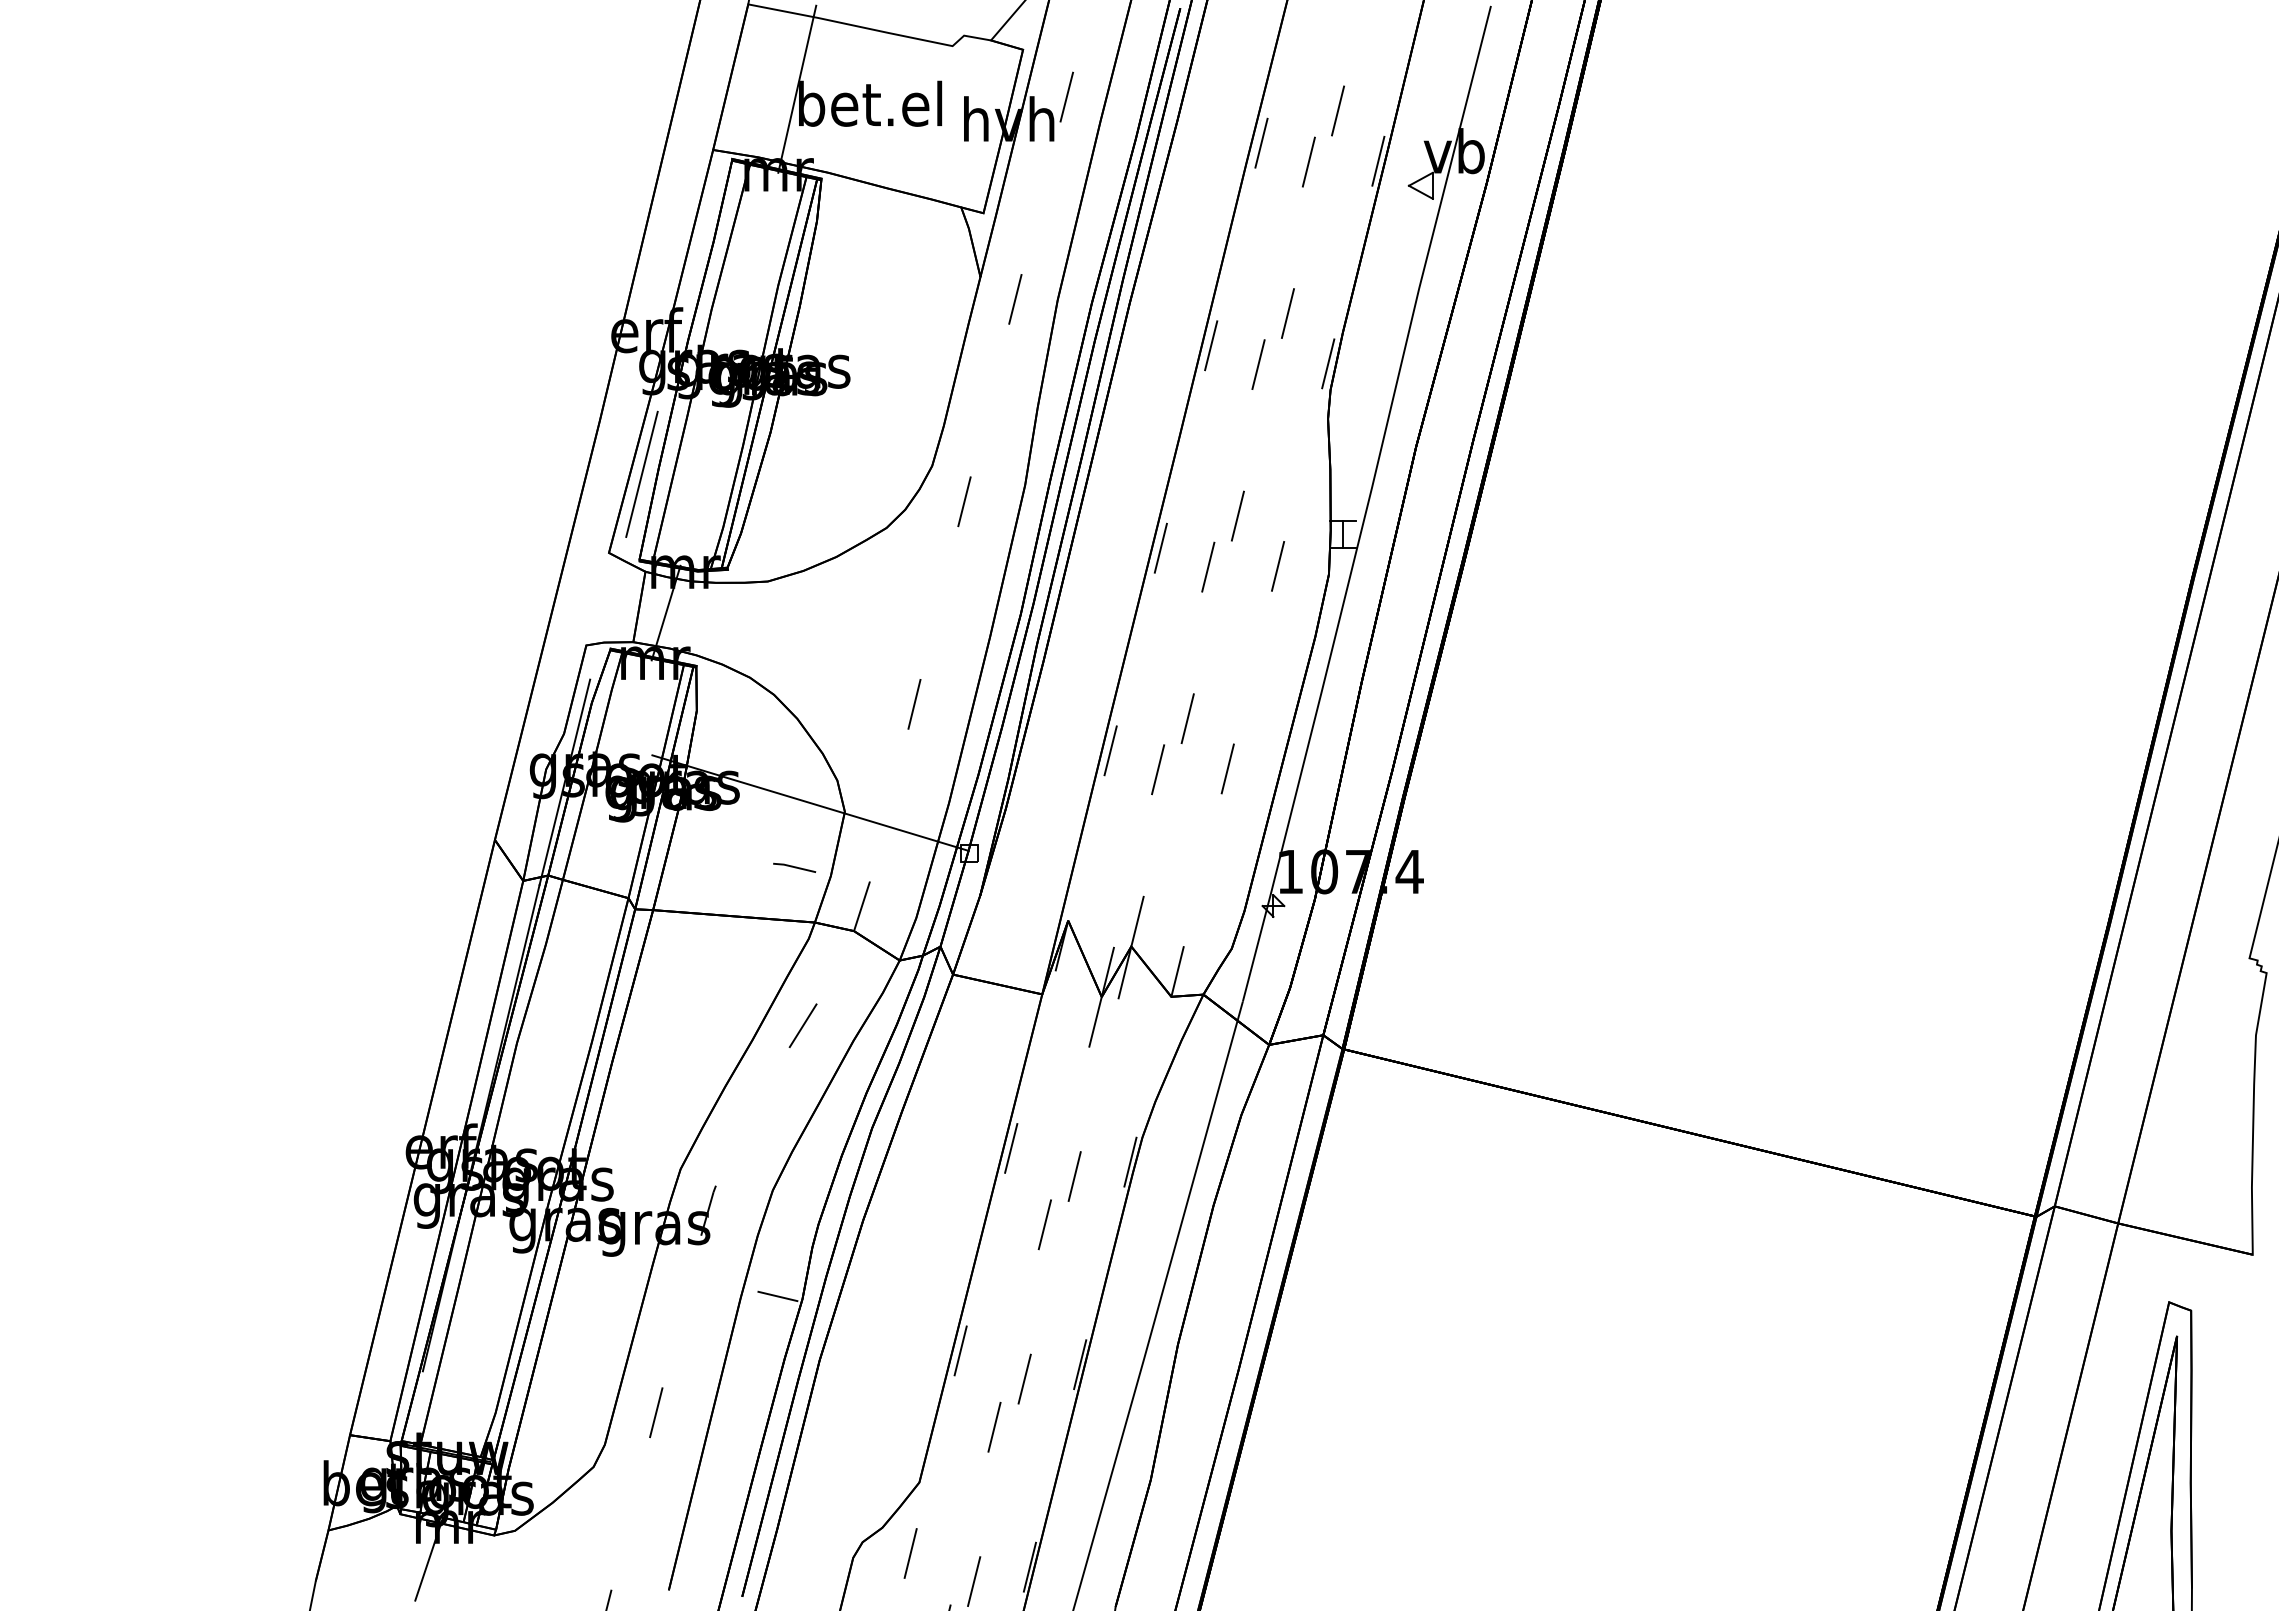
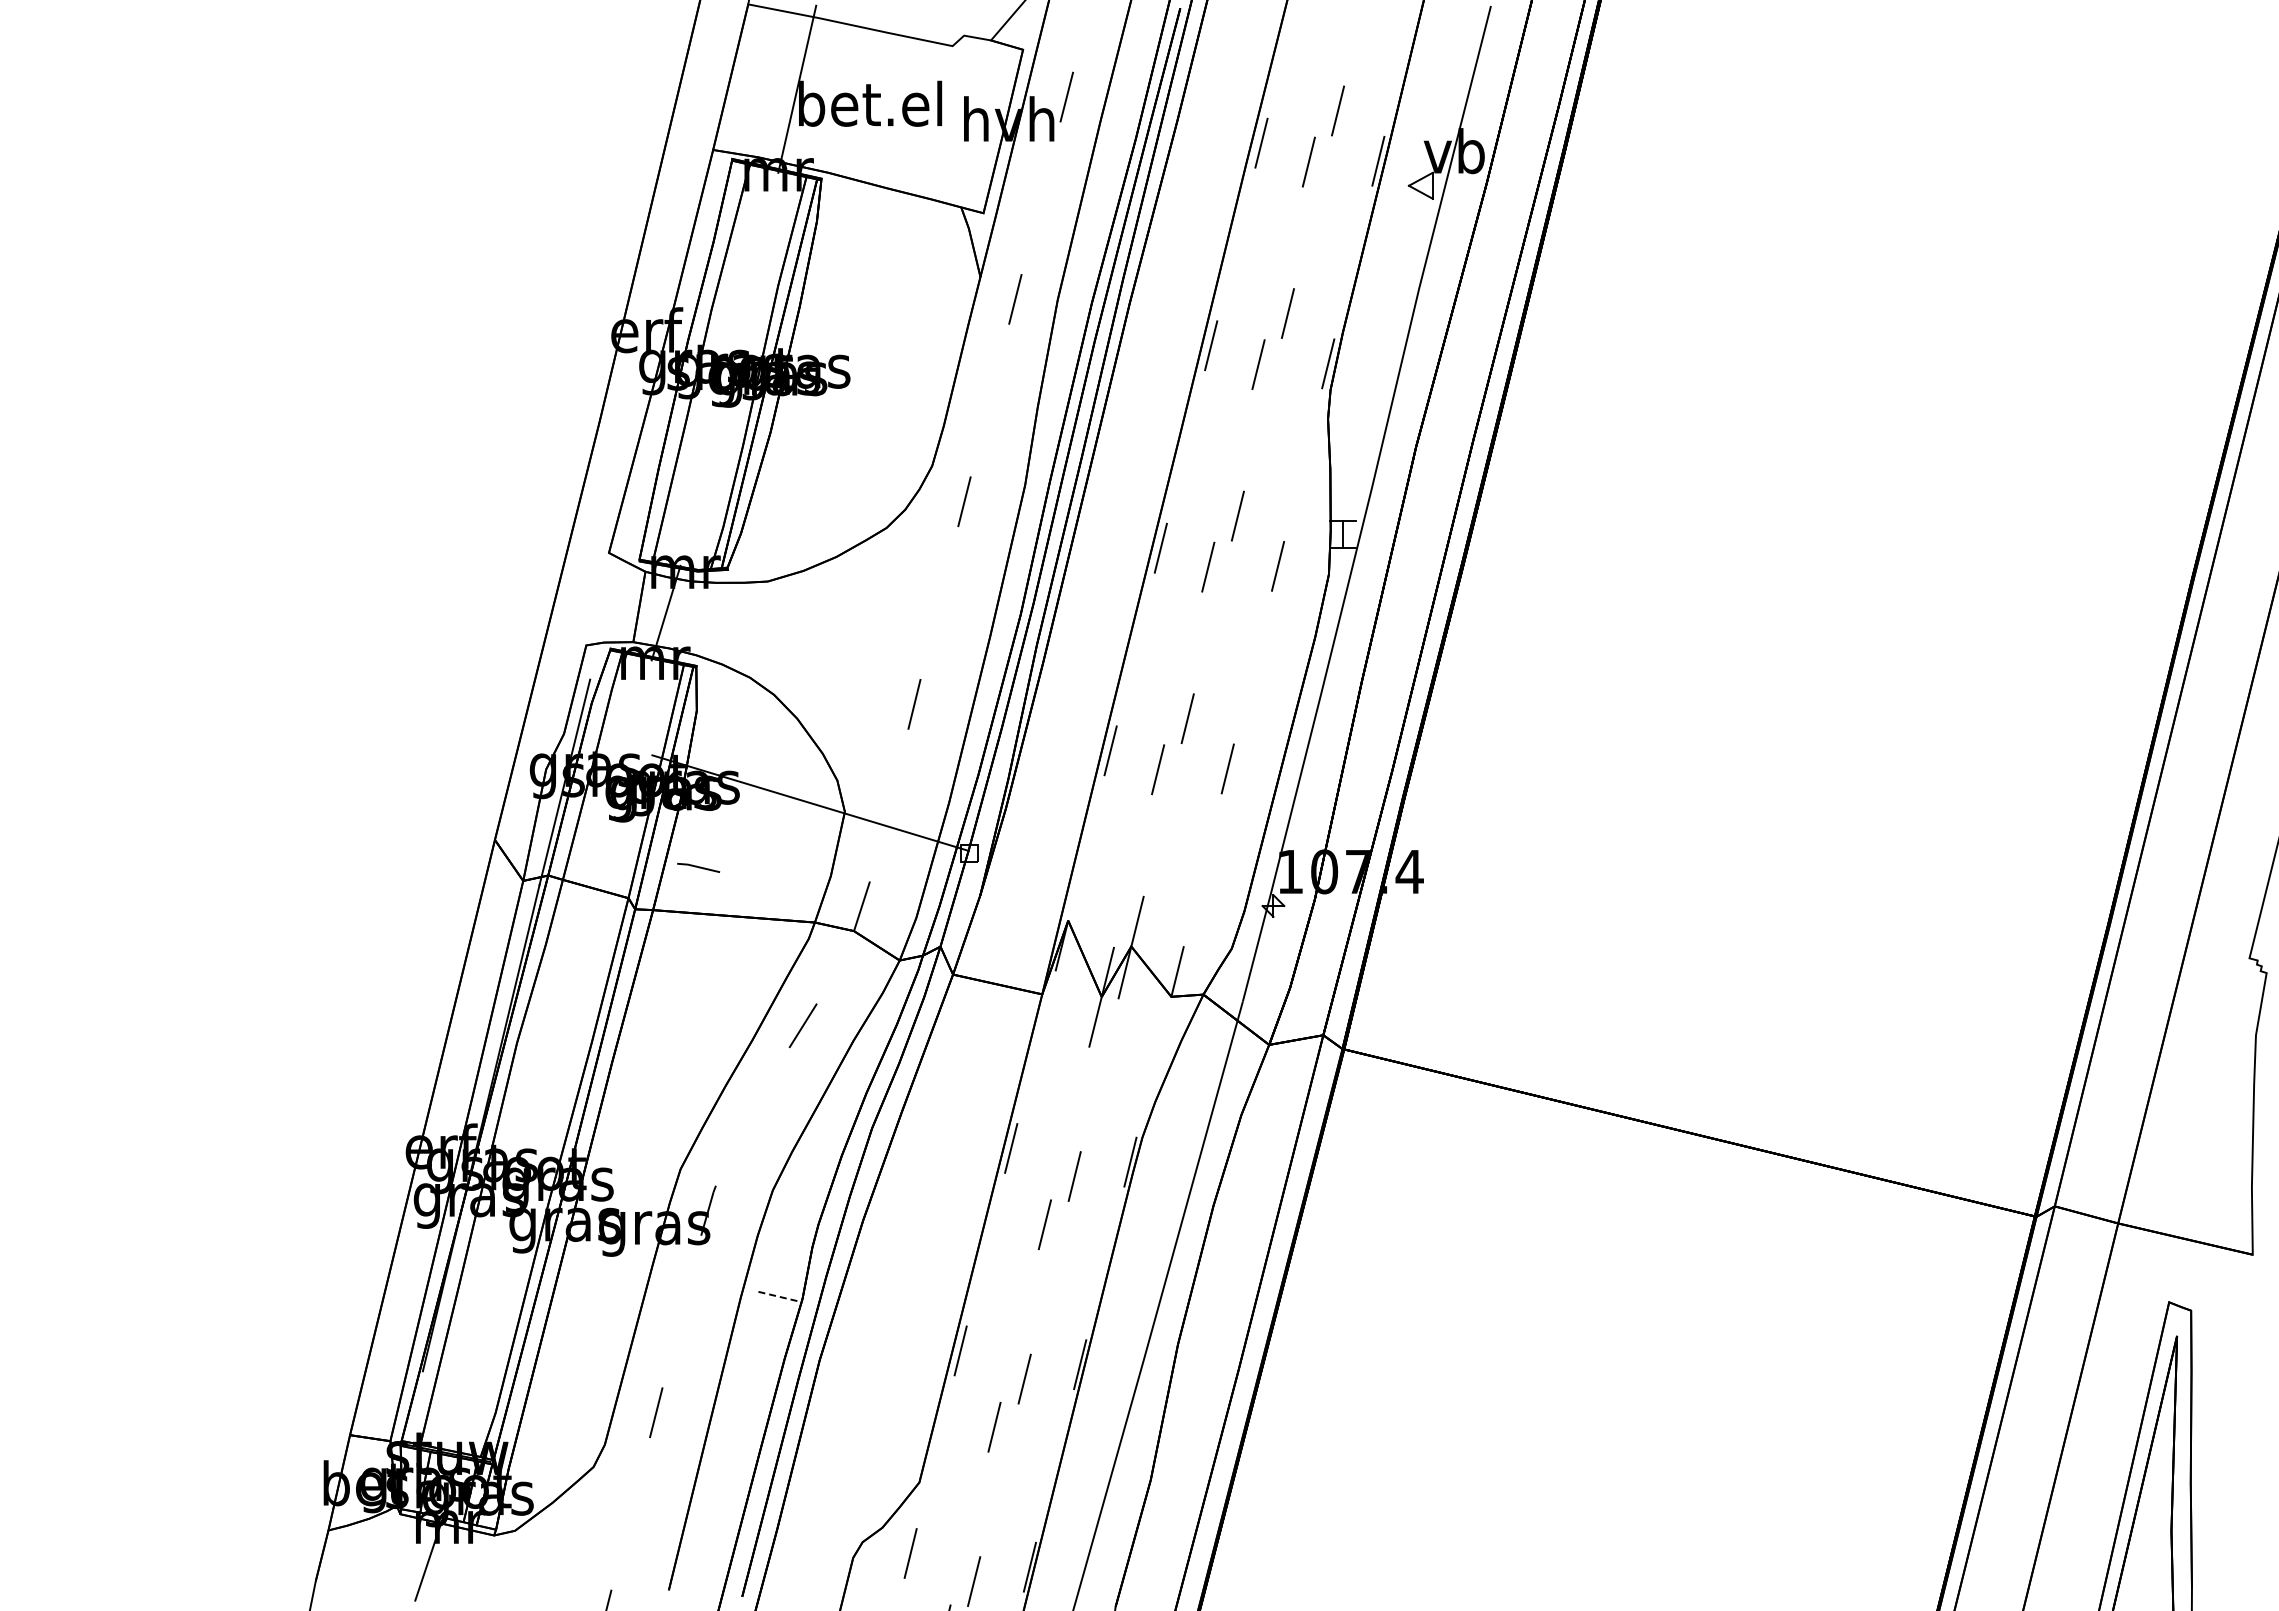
line at (641, 473): present -> none
line at (794, 867) position: (794, 867) -> (698, 867)
line at (777, 1296): solid -> dashed
